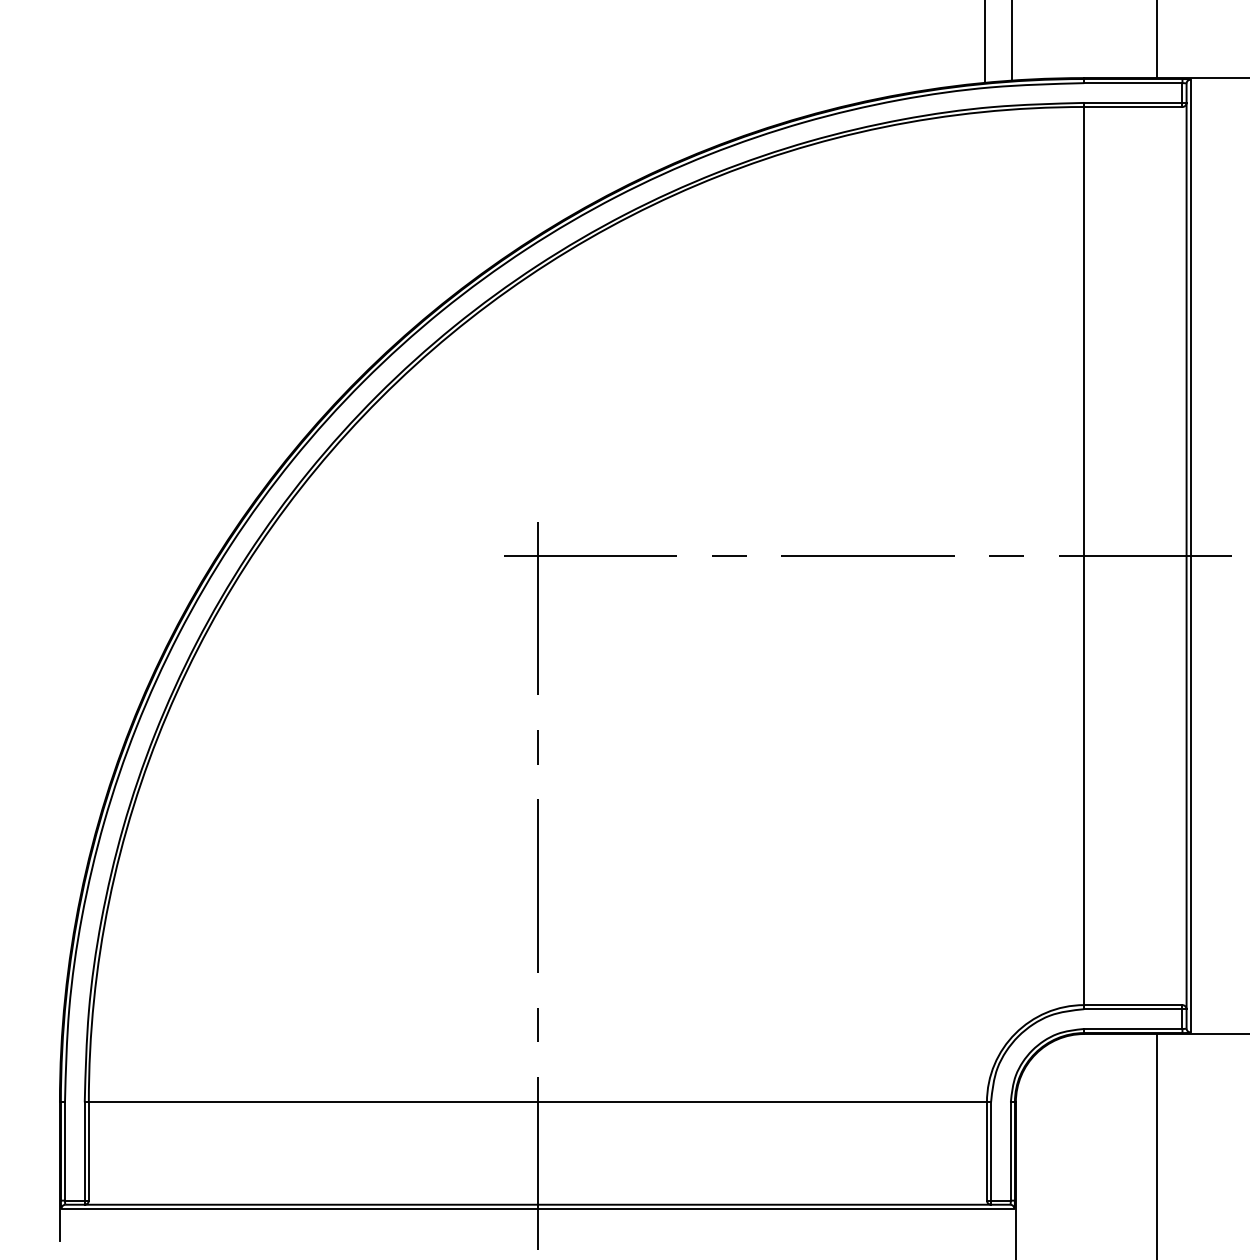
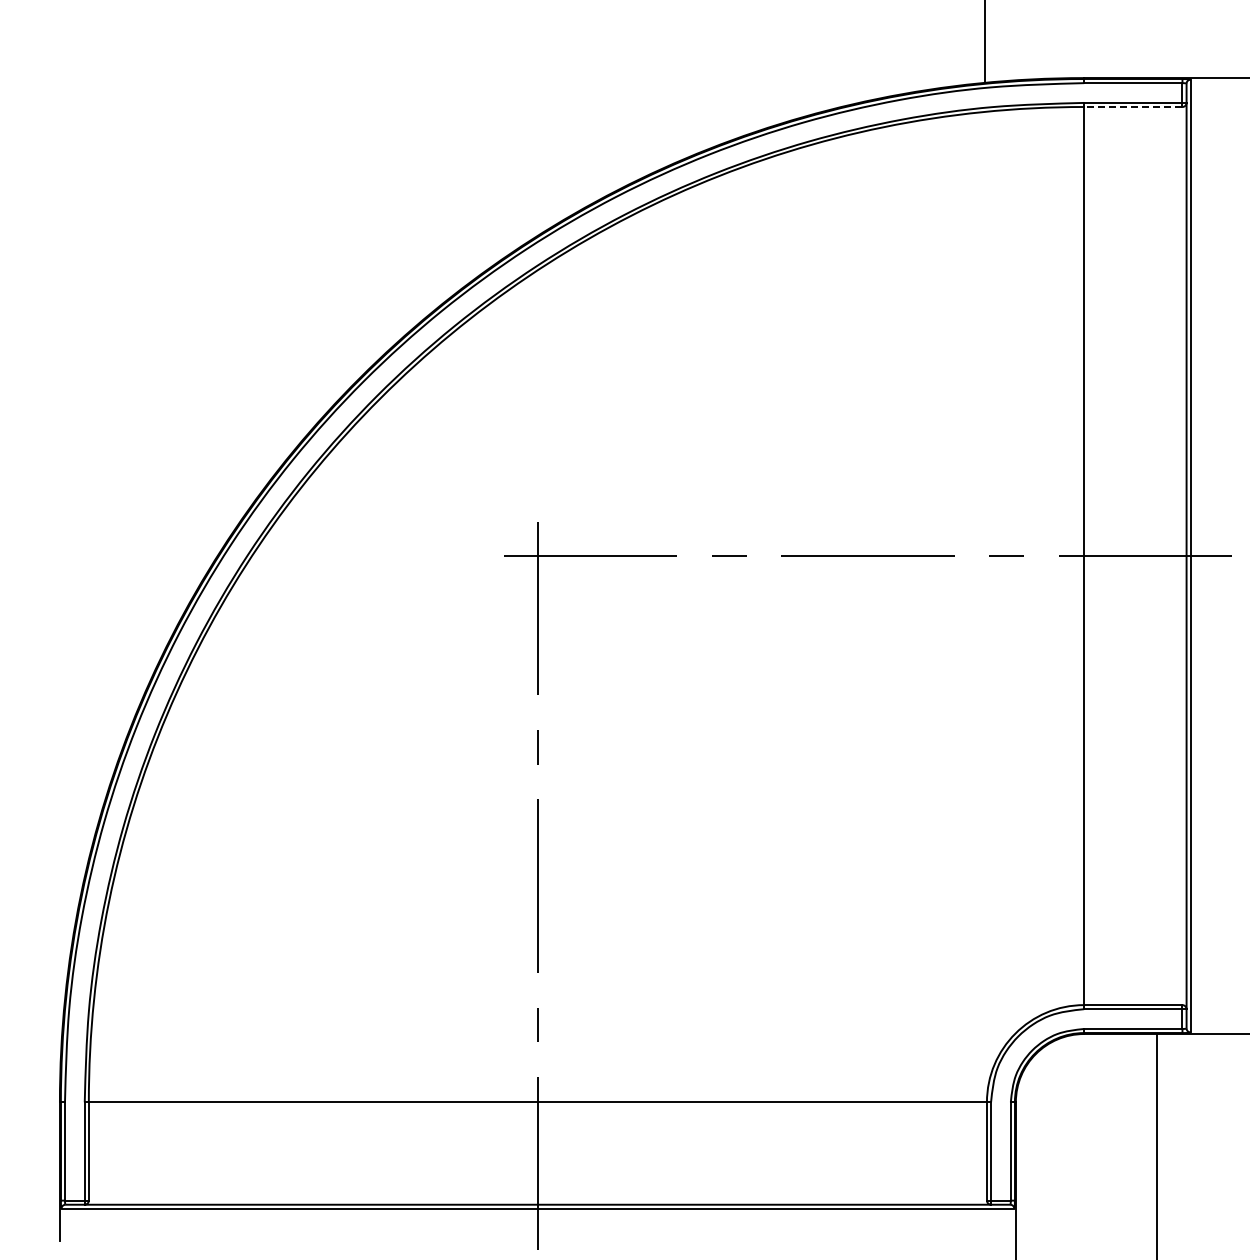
line at (1156, 40): present -> none
line at (1011, 41): present -> none
line at (1132, 107): solid -> dashed
